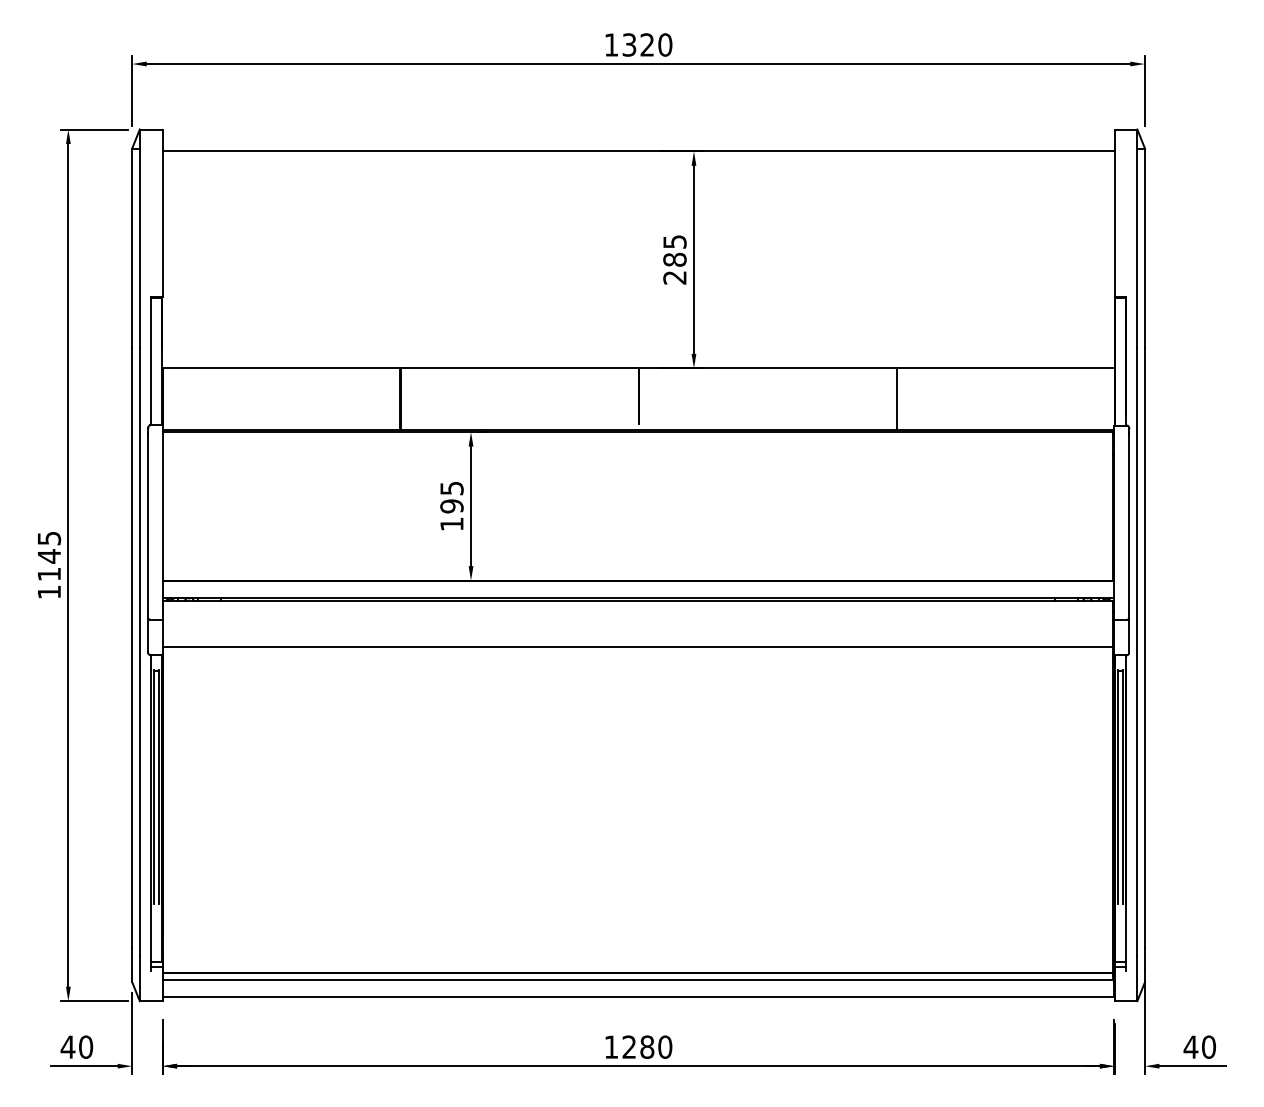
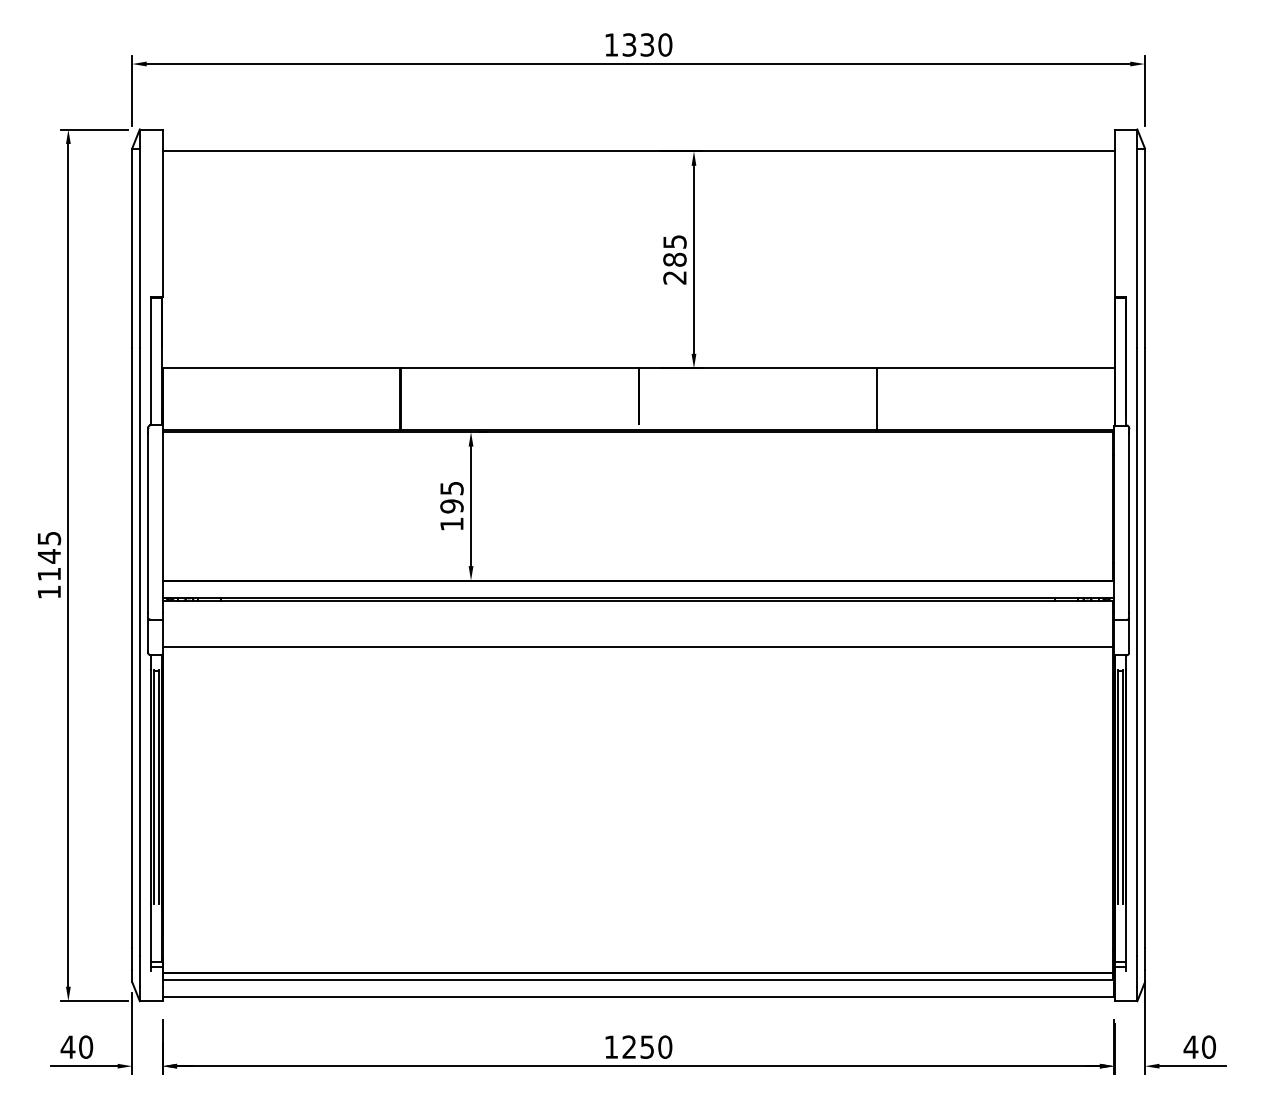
text at (647, 44): 1320 -> 1330
line at (896, 399) position: (896, 399) -> (876, 399)
text at (647, 1046): 1280 -> 1250
